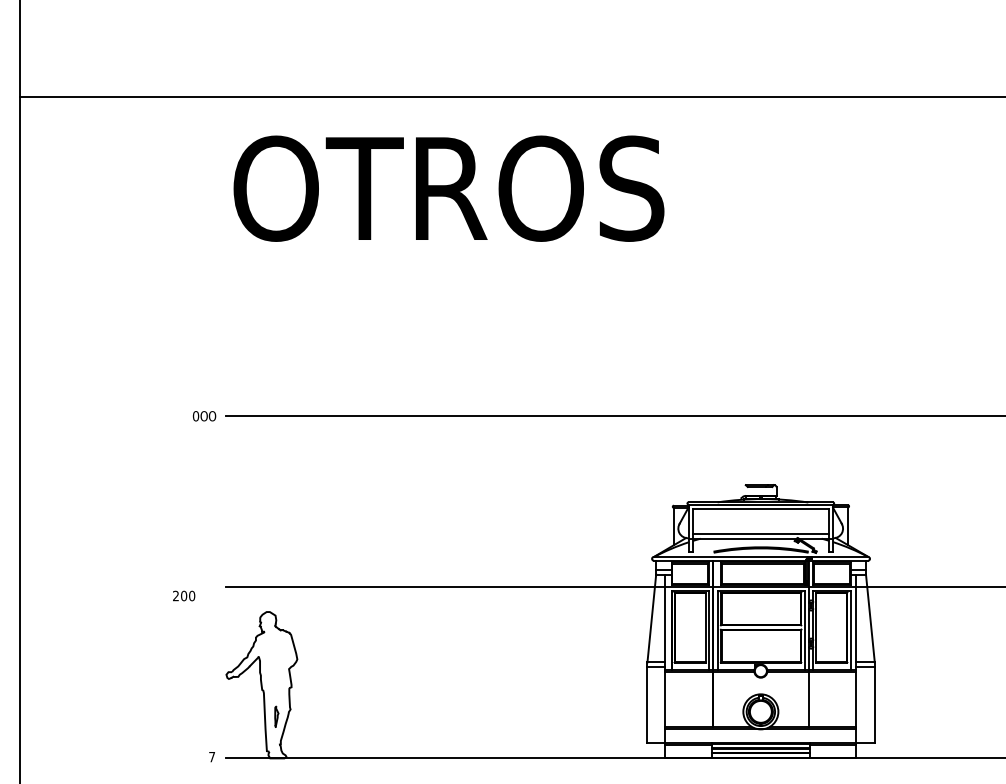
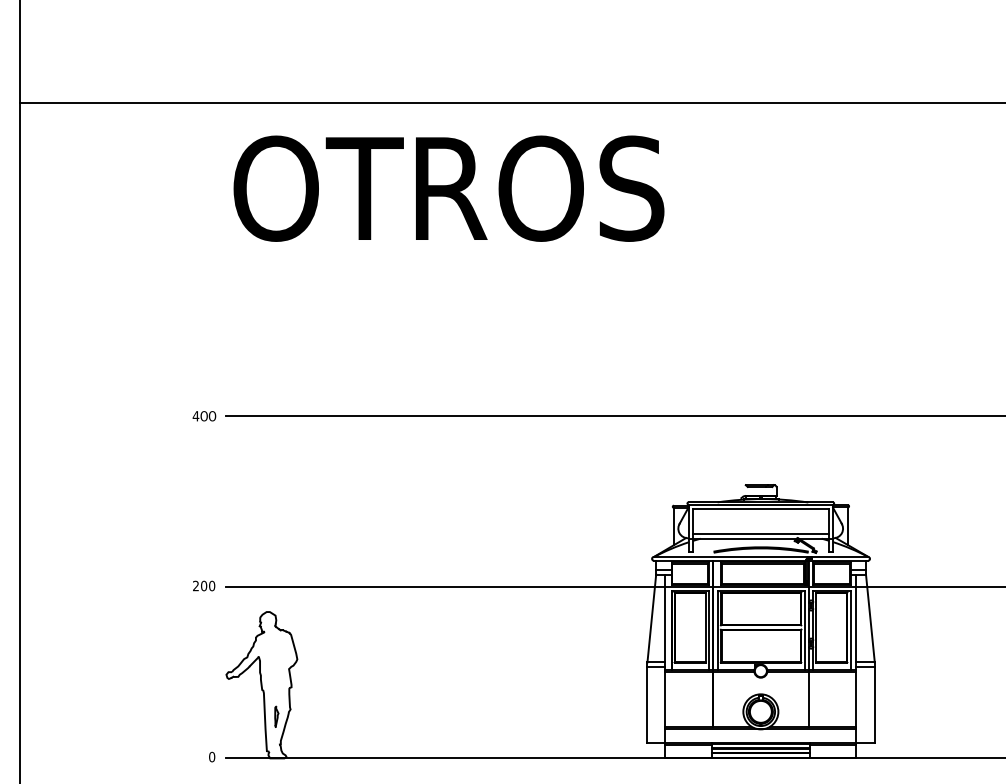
line at (510, 96) position: (510, 96) -> (510, 102)
text at (195, 416): 0 -> 4
text at (184, 595) position: (184, 595) -> (204, 585)
text at (212, 756): 7 -> 0
